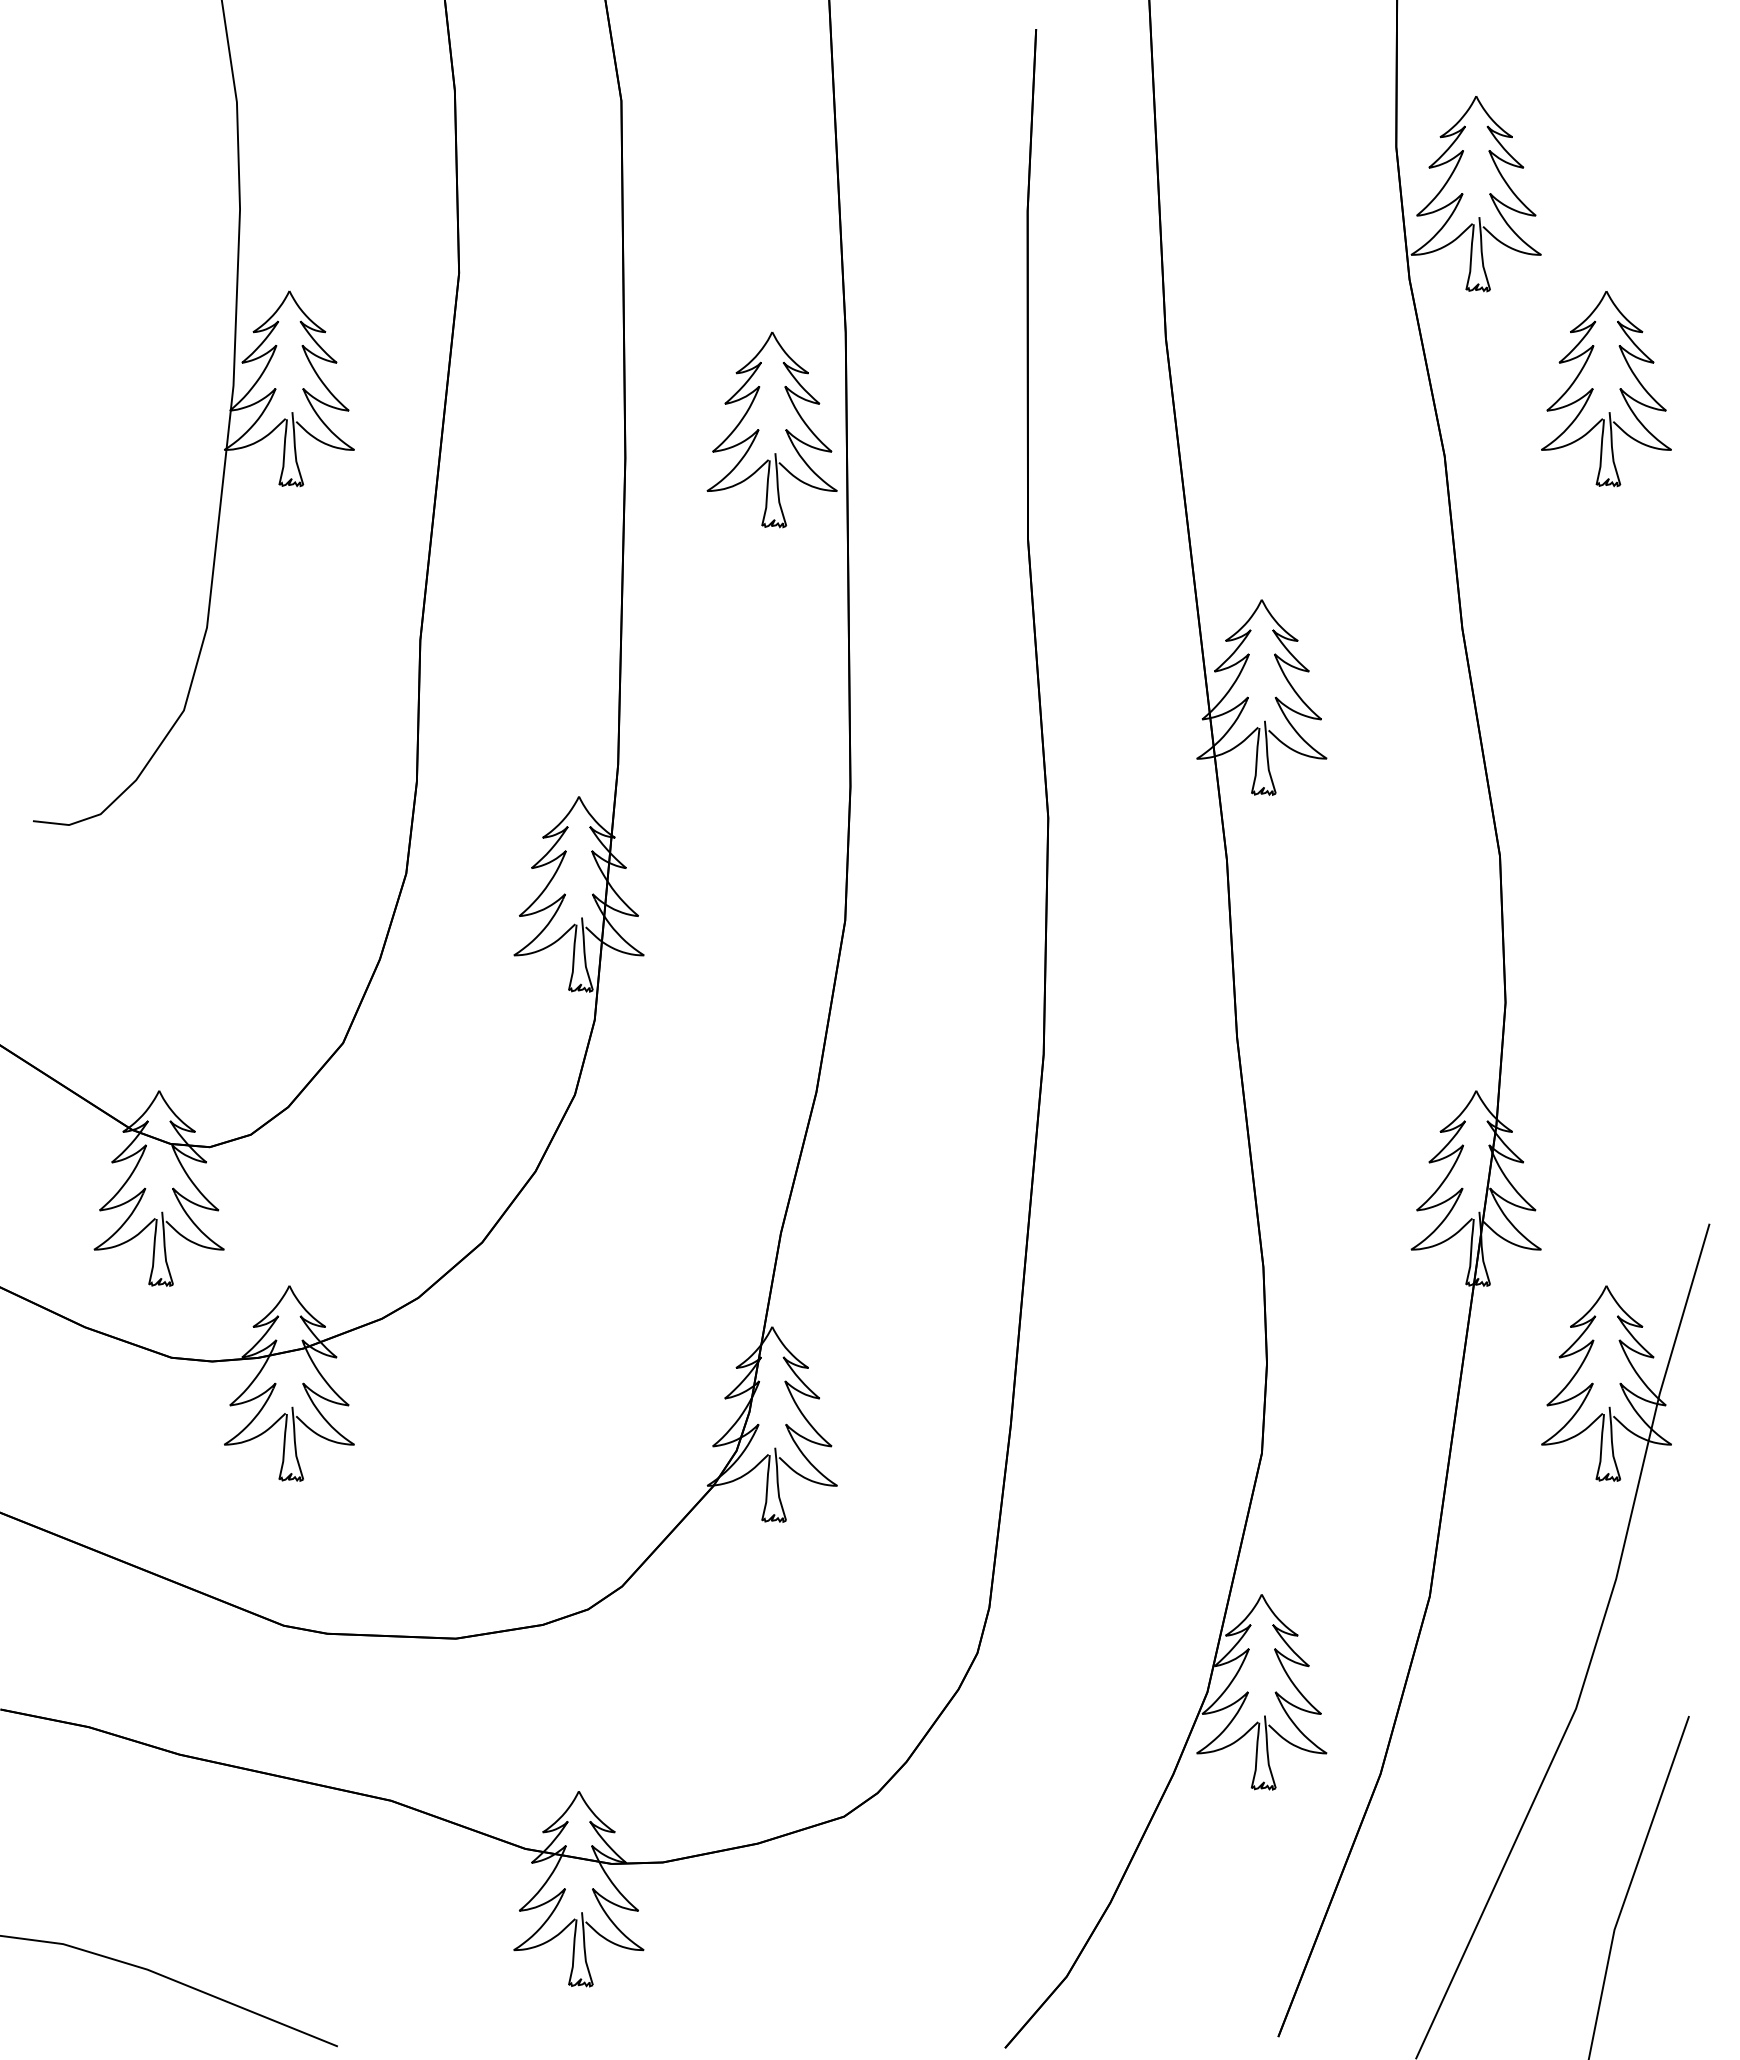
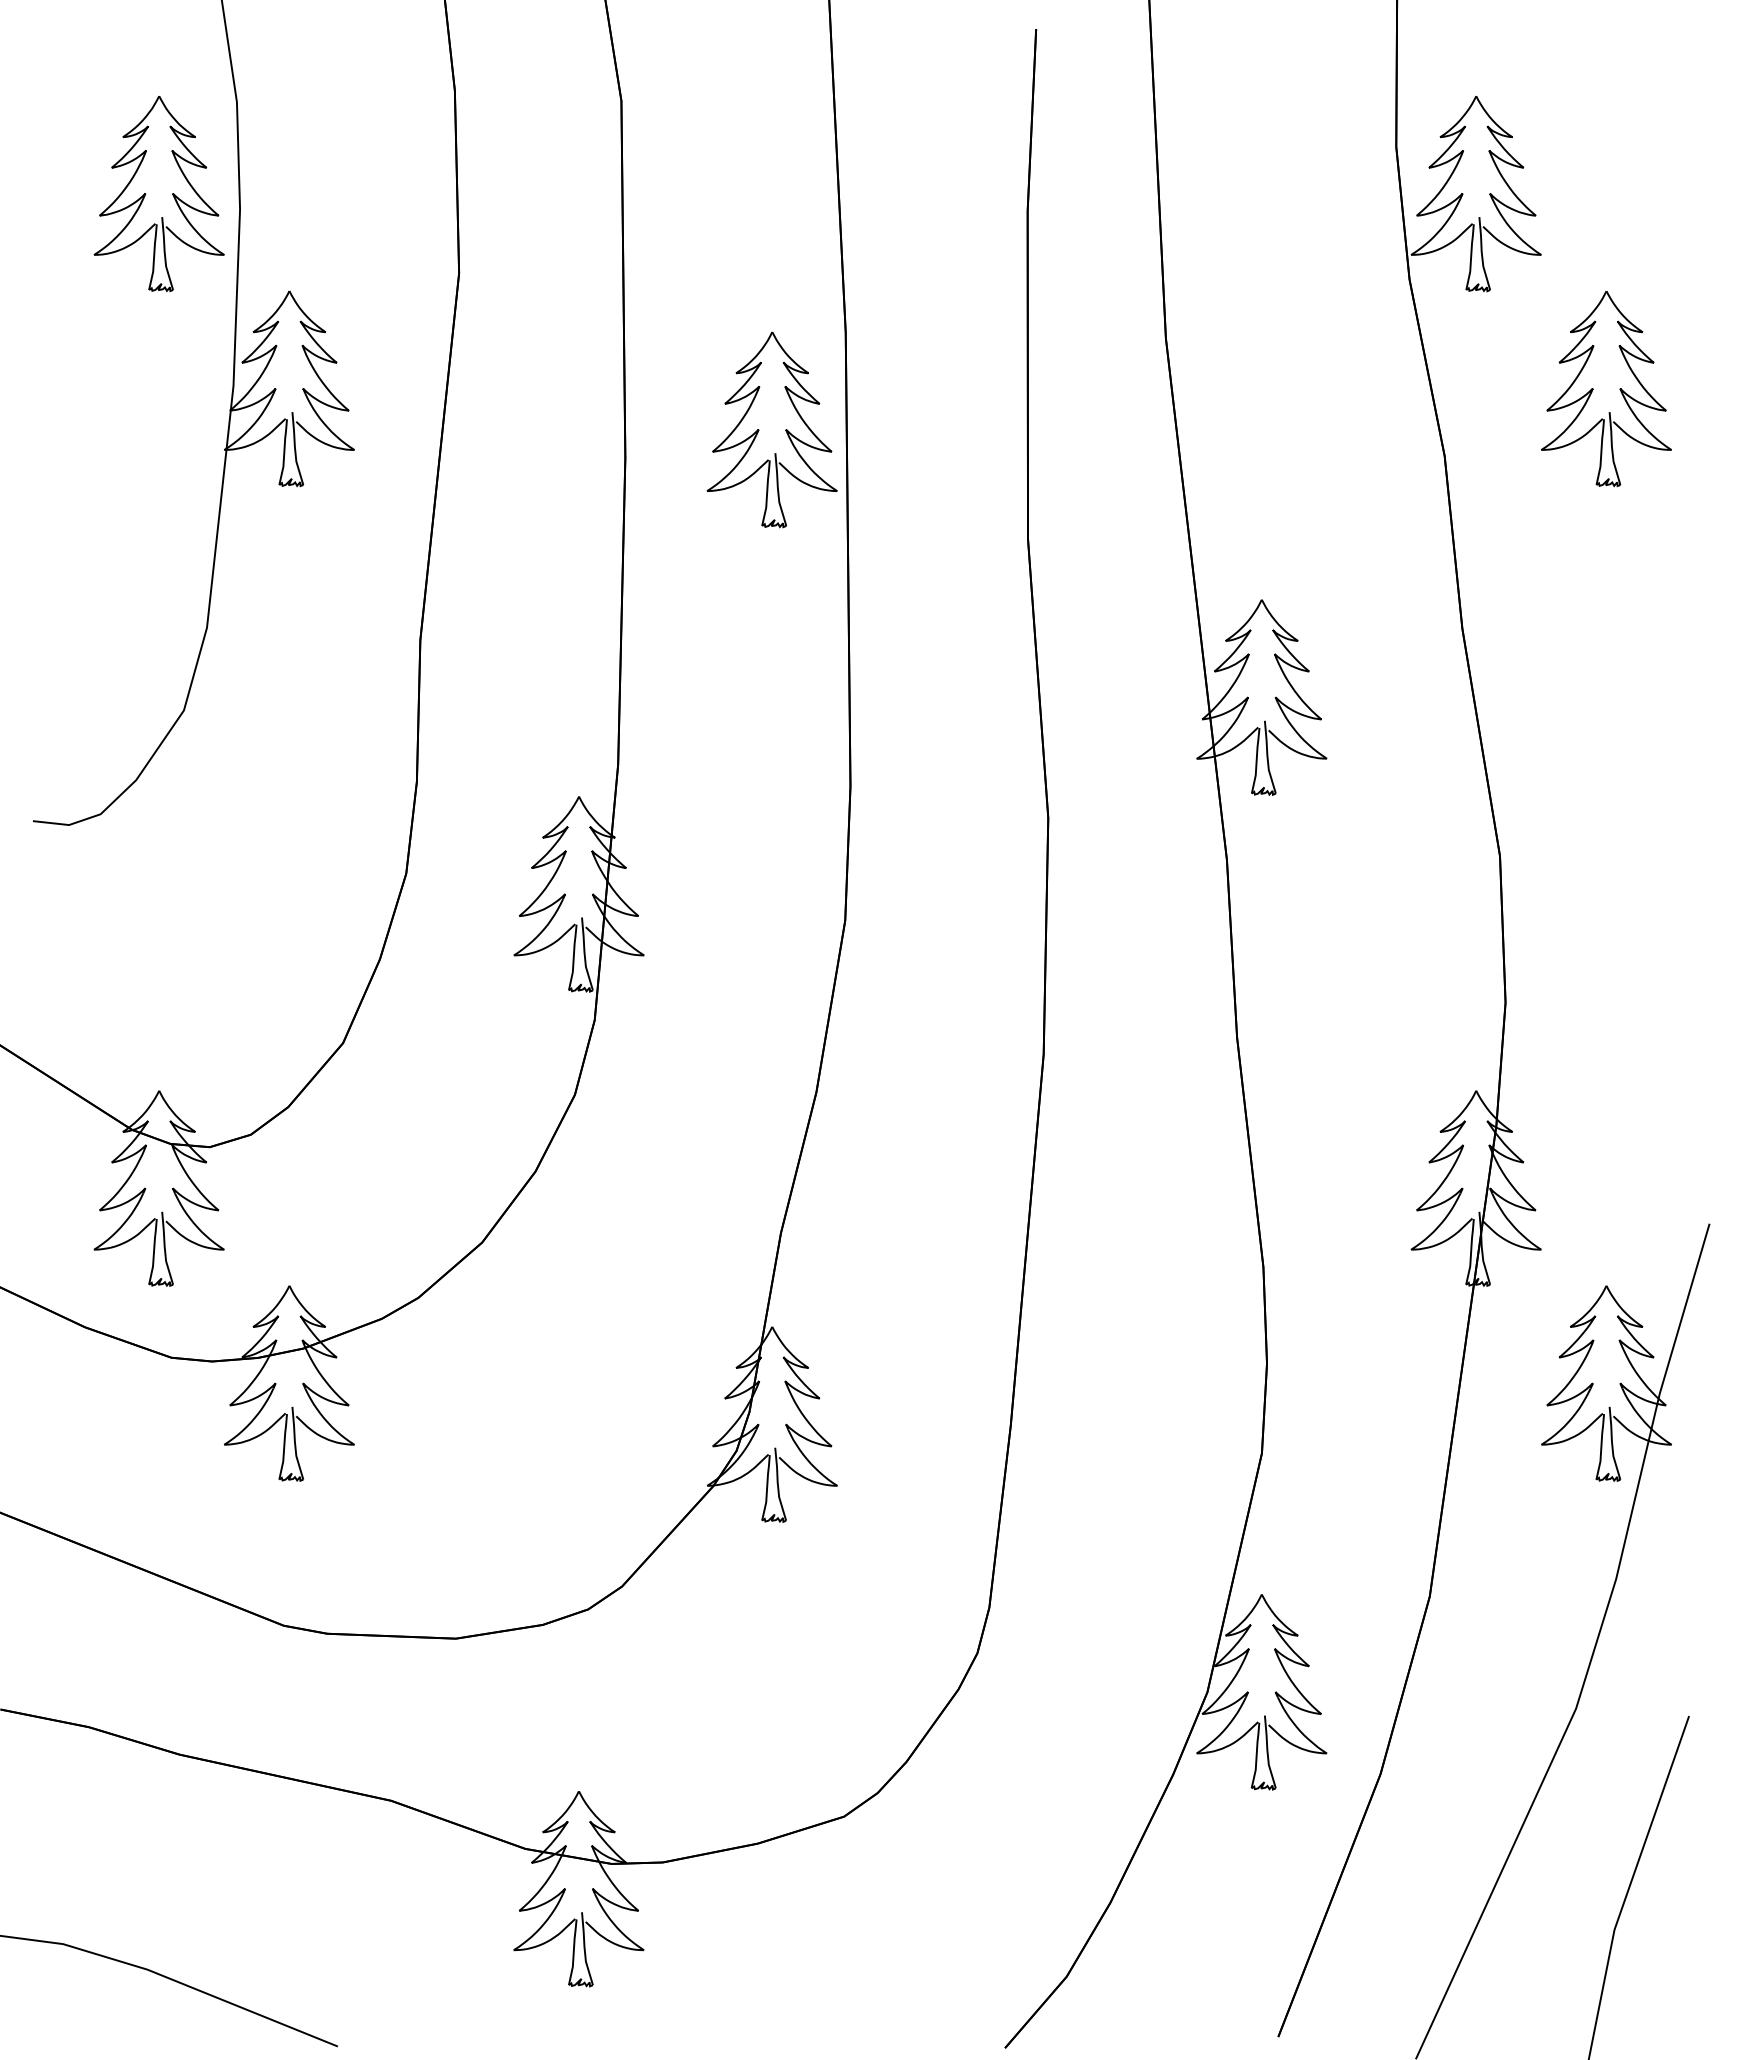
part at (158, 194): none -> present
